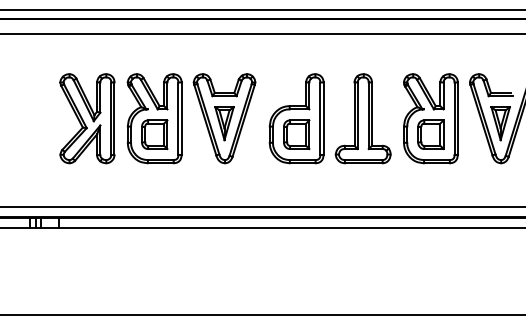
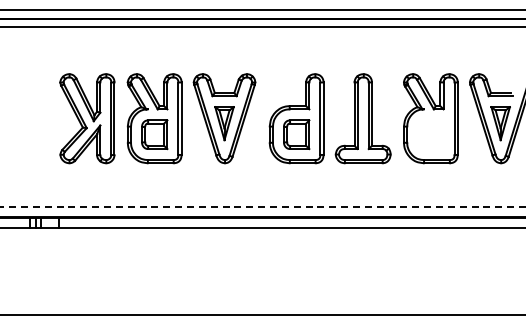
line at (262, 34) position: (262, 34) -> (262, 27)
part at (430, 134): present -> none
line at (263, 207): solid -> dashed
